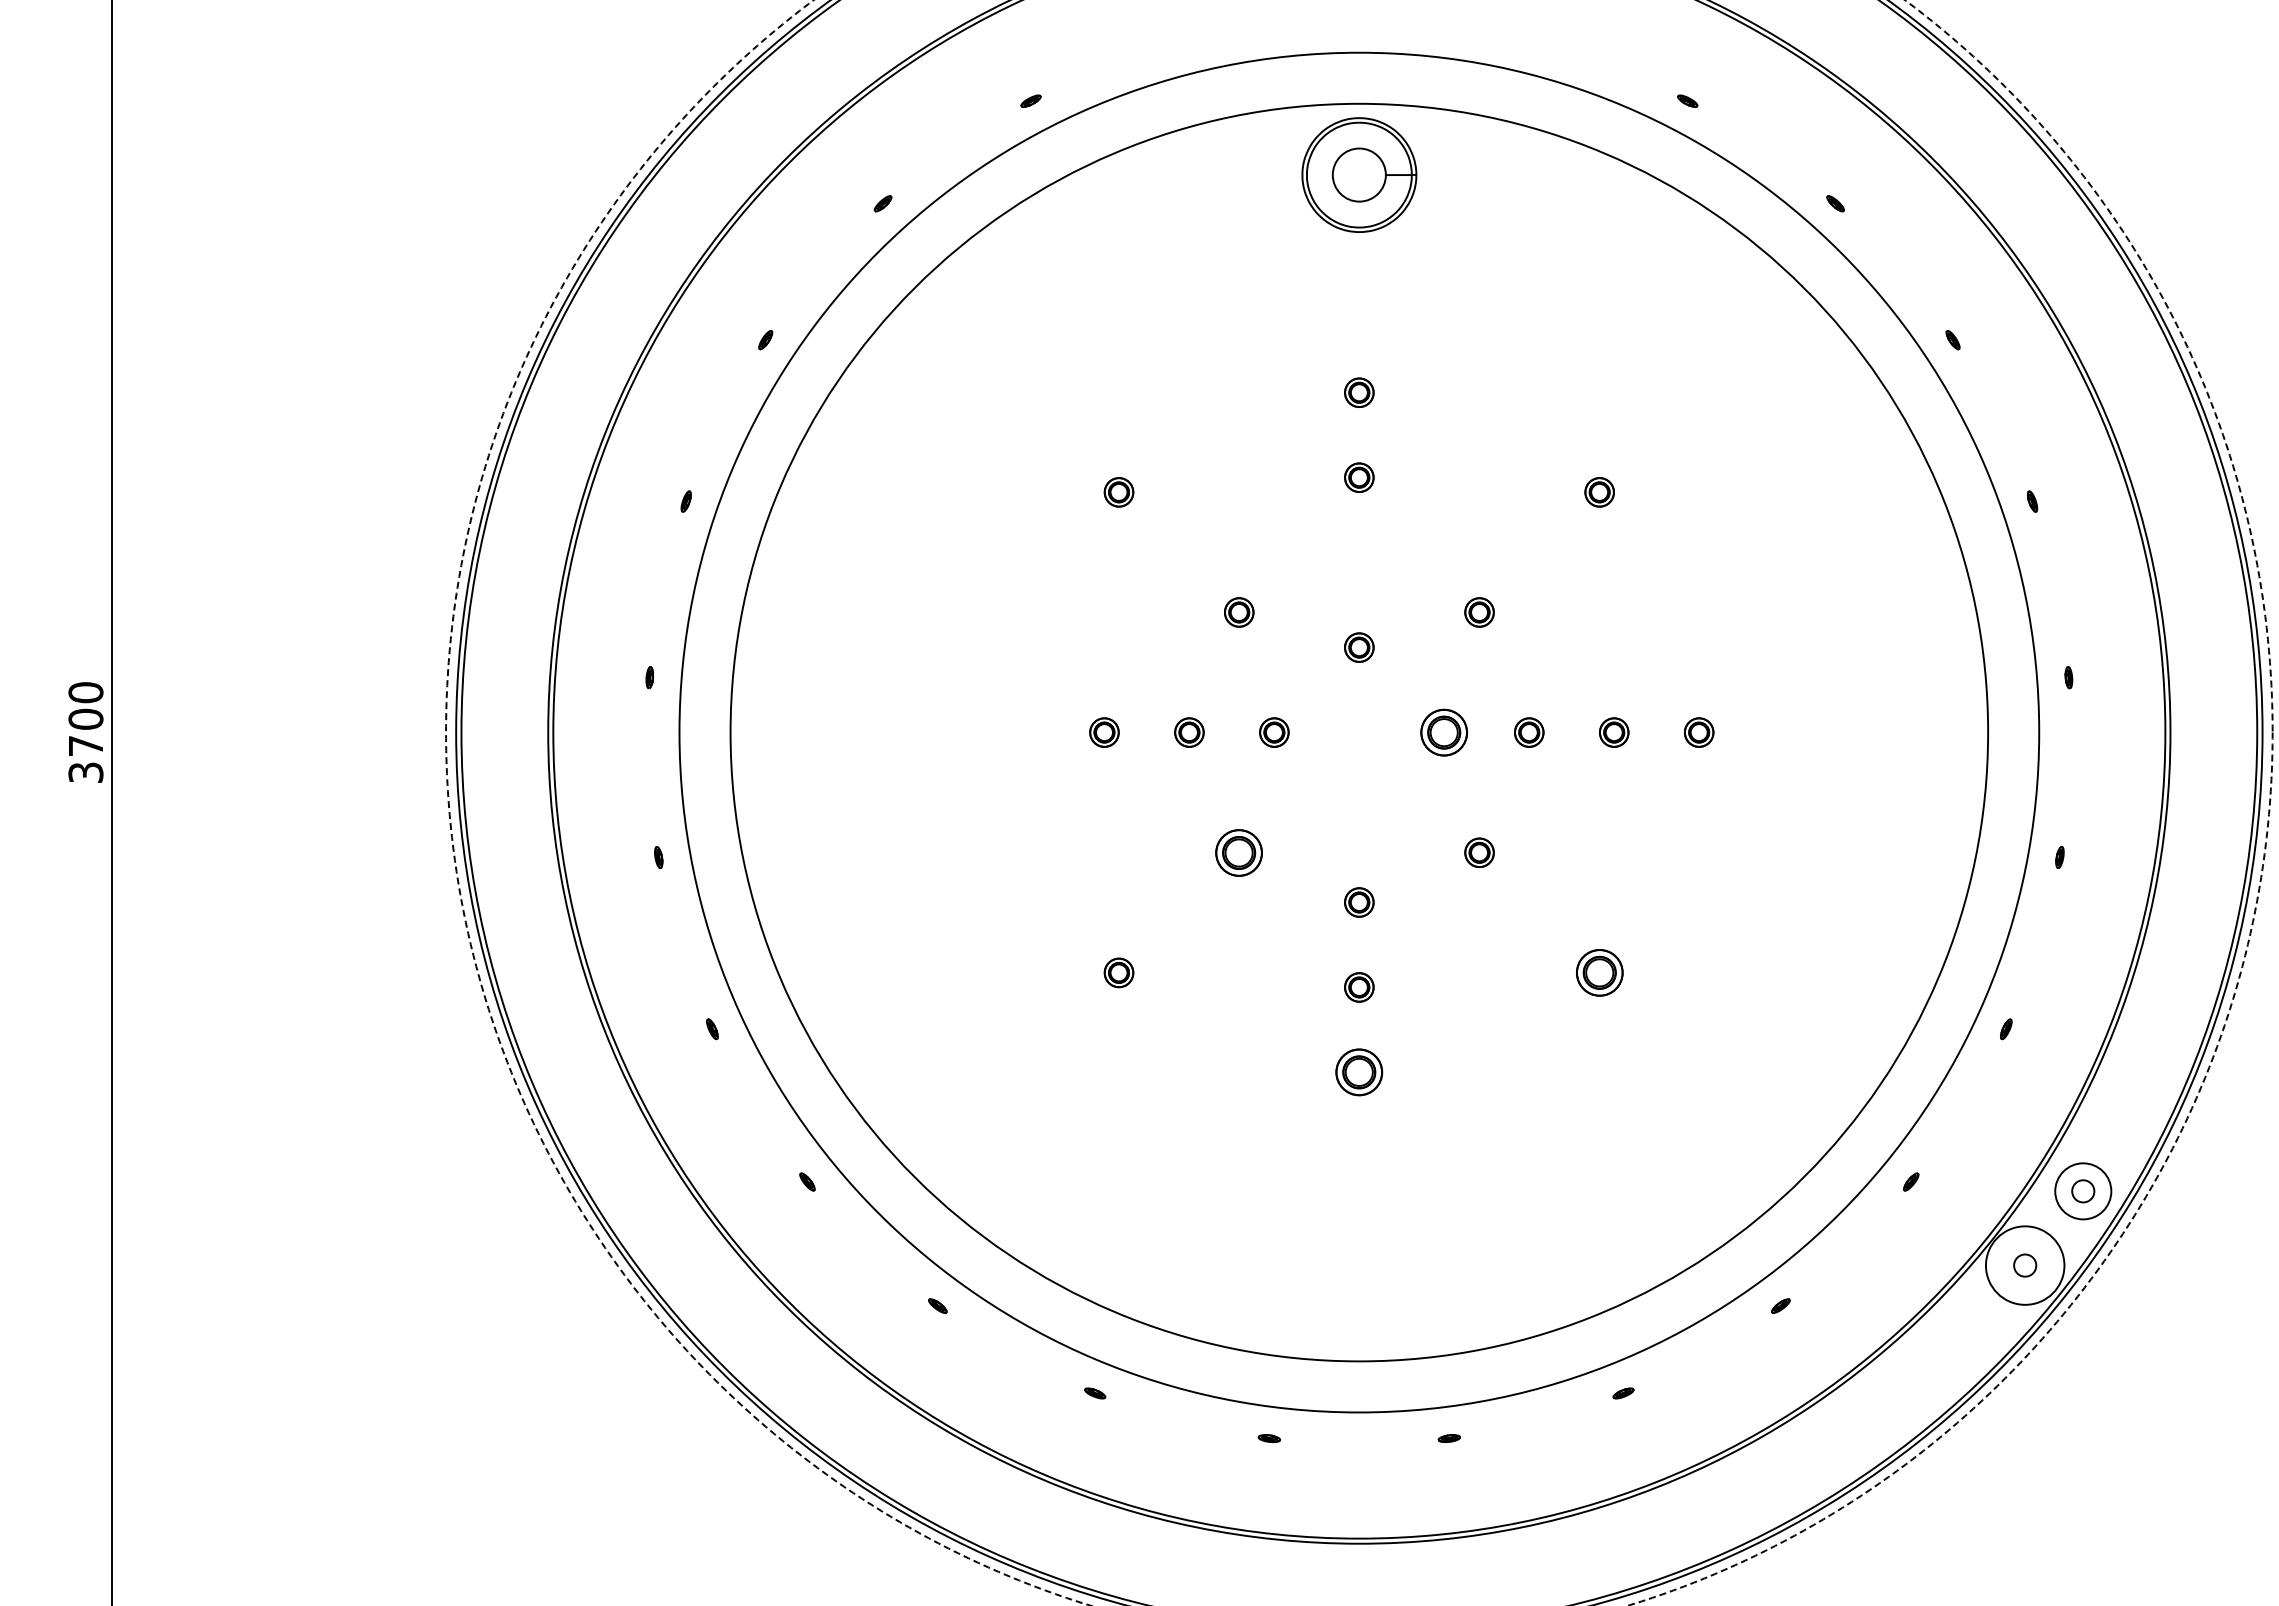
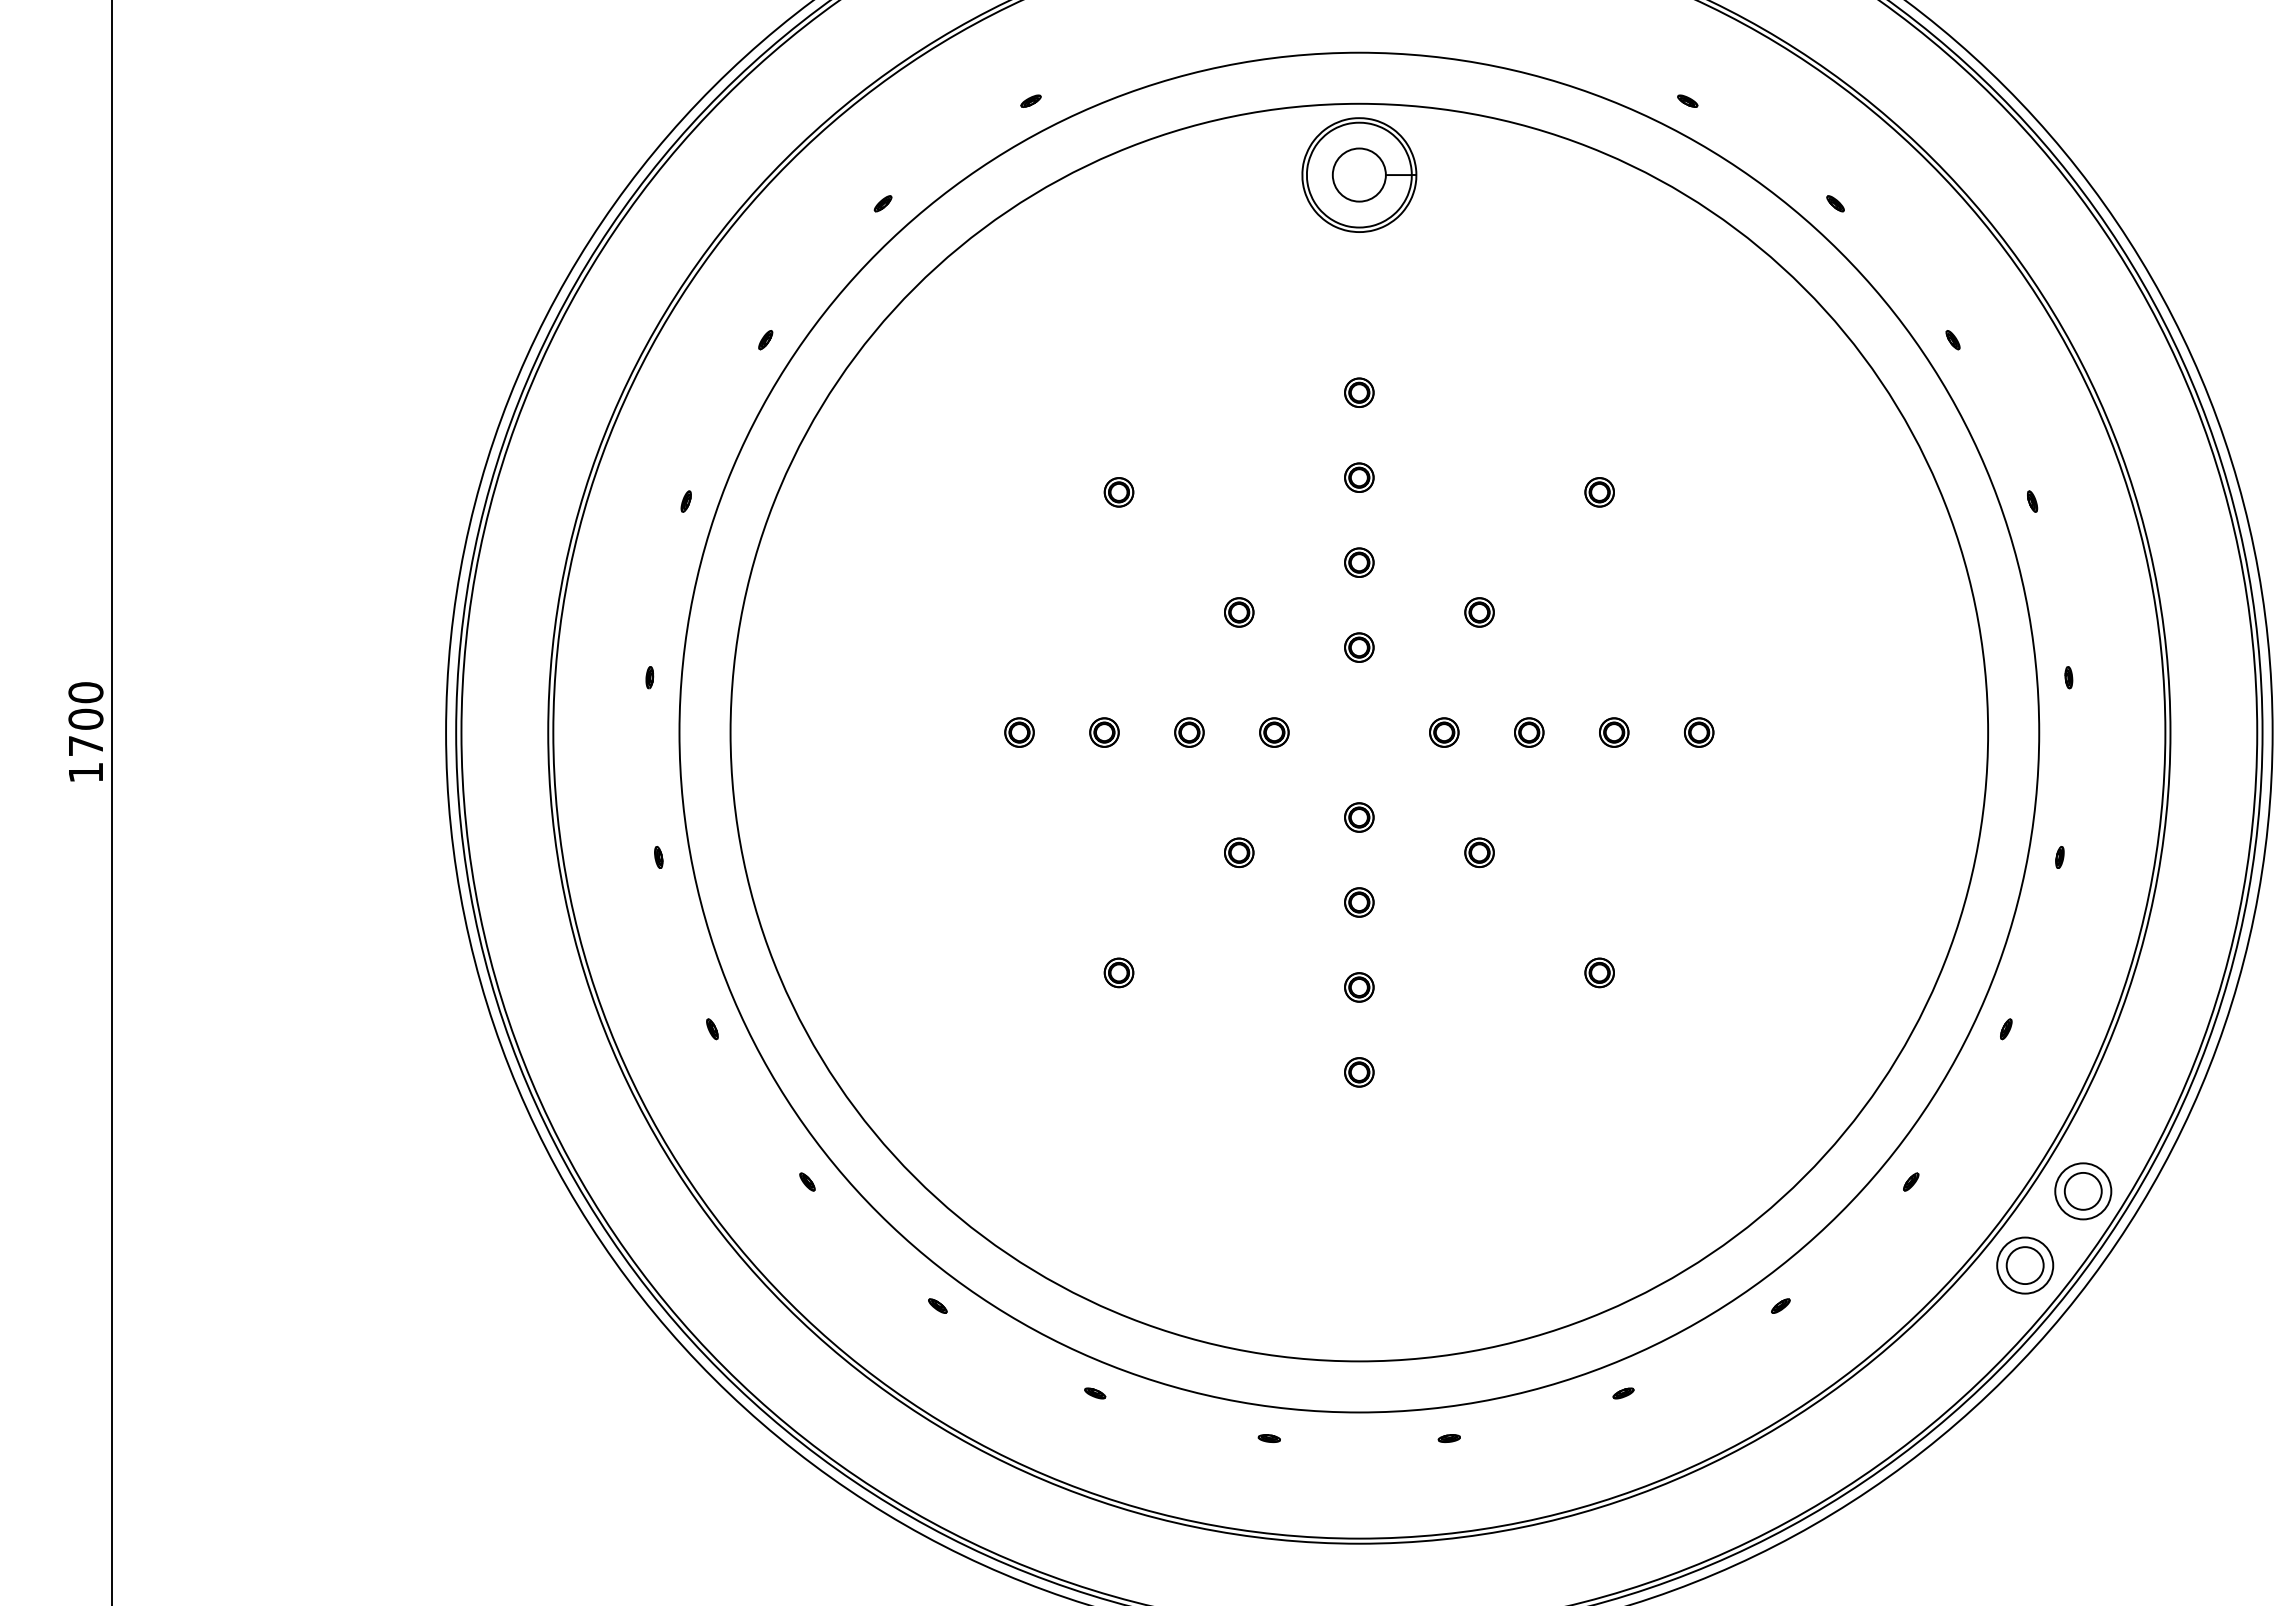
part at (1359, 562): none -> present
part at (1019, 732): none -> present
part at (1443, 732) size: 48x49 px -> 31x31 px
text at (85, 772): 3700 -> 1700
circle at (1359, 802): dashed -> solid
part at (1359, 817): none -> present
part at (1238, 852) size: 48x48 px -> 31x31 px
part at (1599, 972) size: 48x48 px -> 31x32 px
part at (1359, 1072) size: 49x49 px -> 31x31 px
circle at (2083, 1191) diameter: 22 px -> 37 px
circle at (2024, 1265) diameter: 78 px -> 56 px
circle at (2025, 1265) diameter: 22 px -> 37 px
